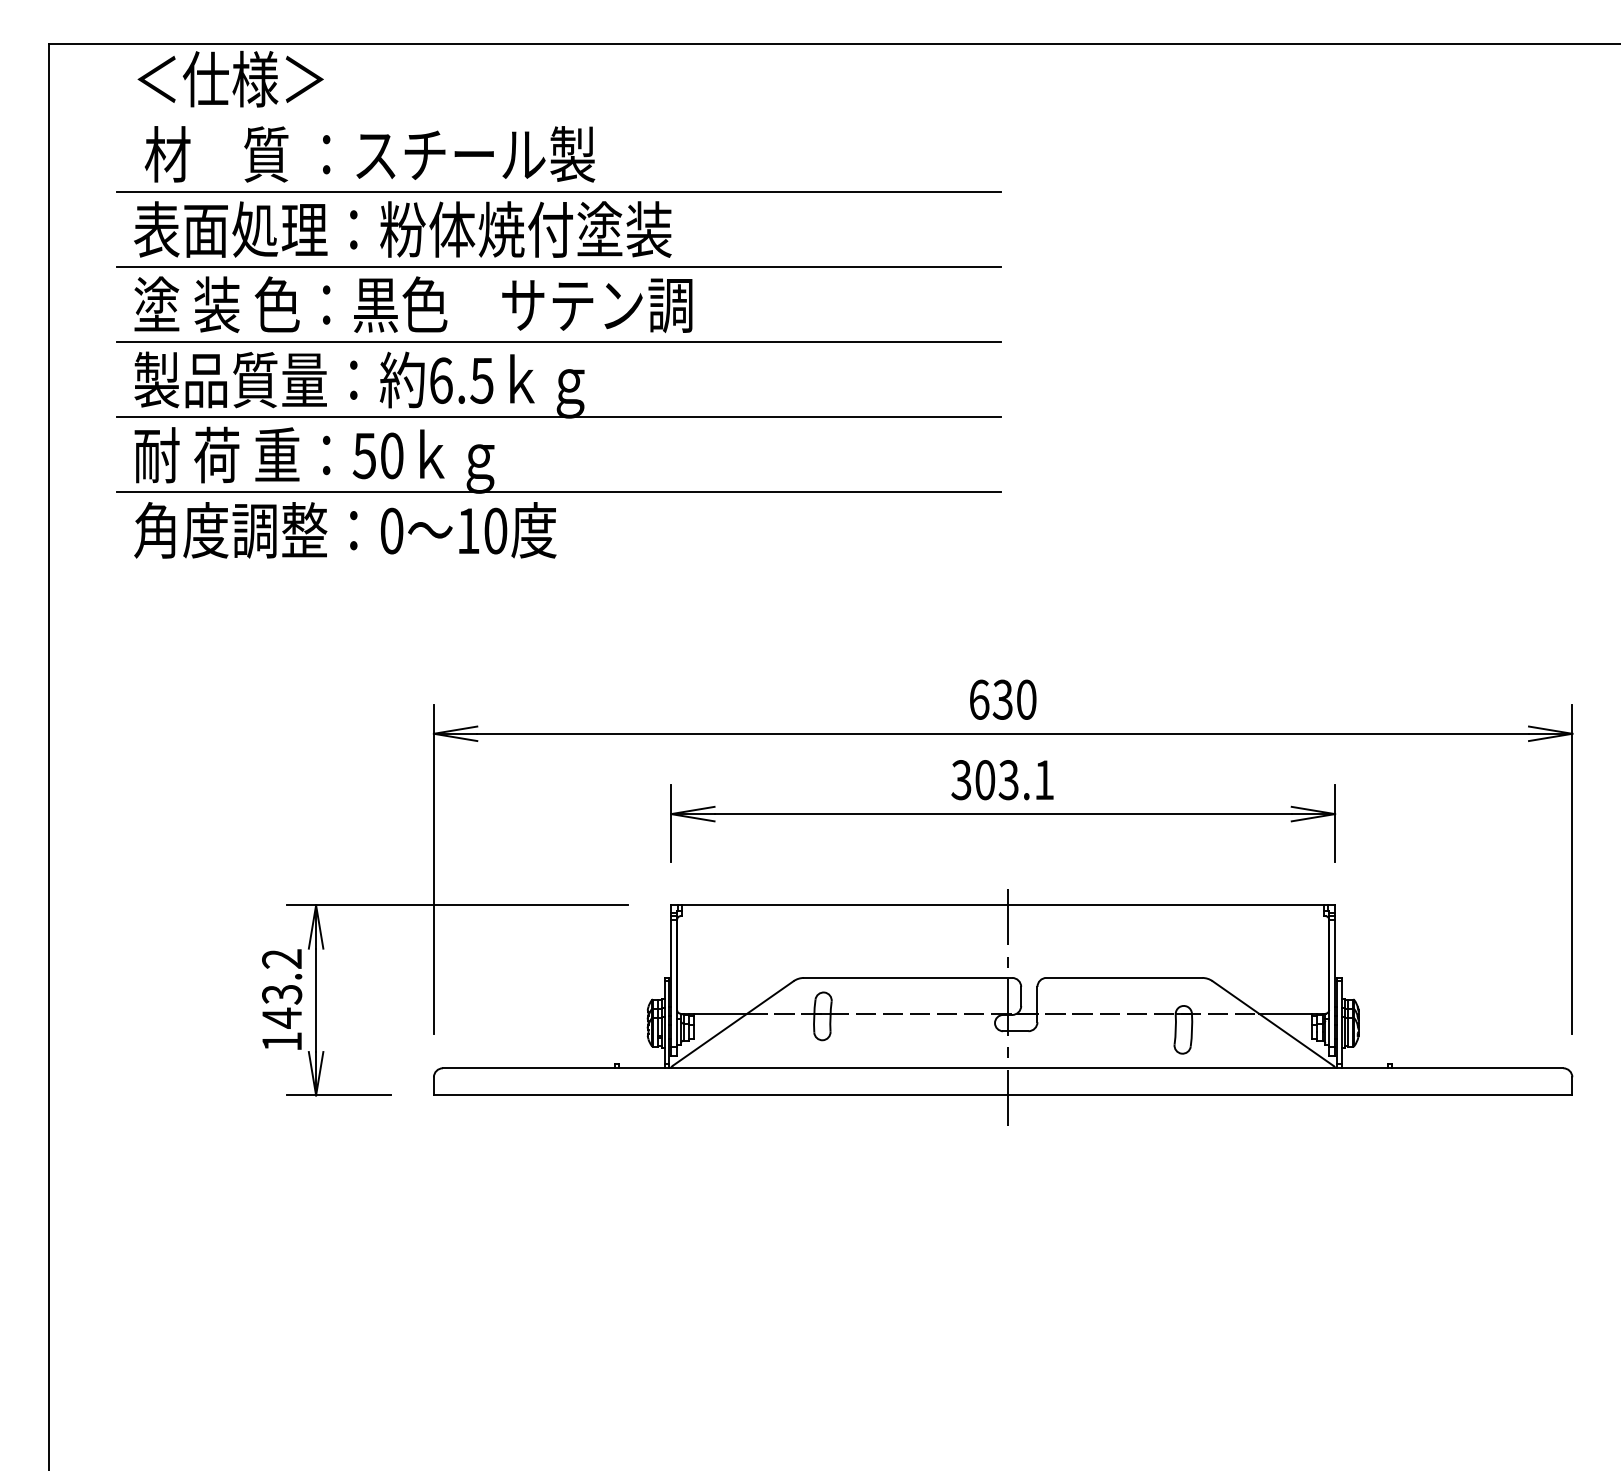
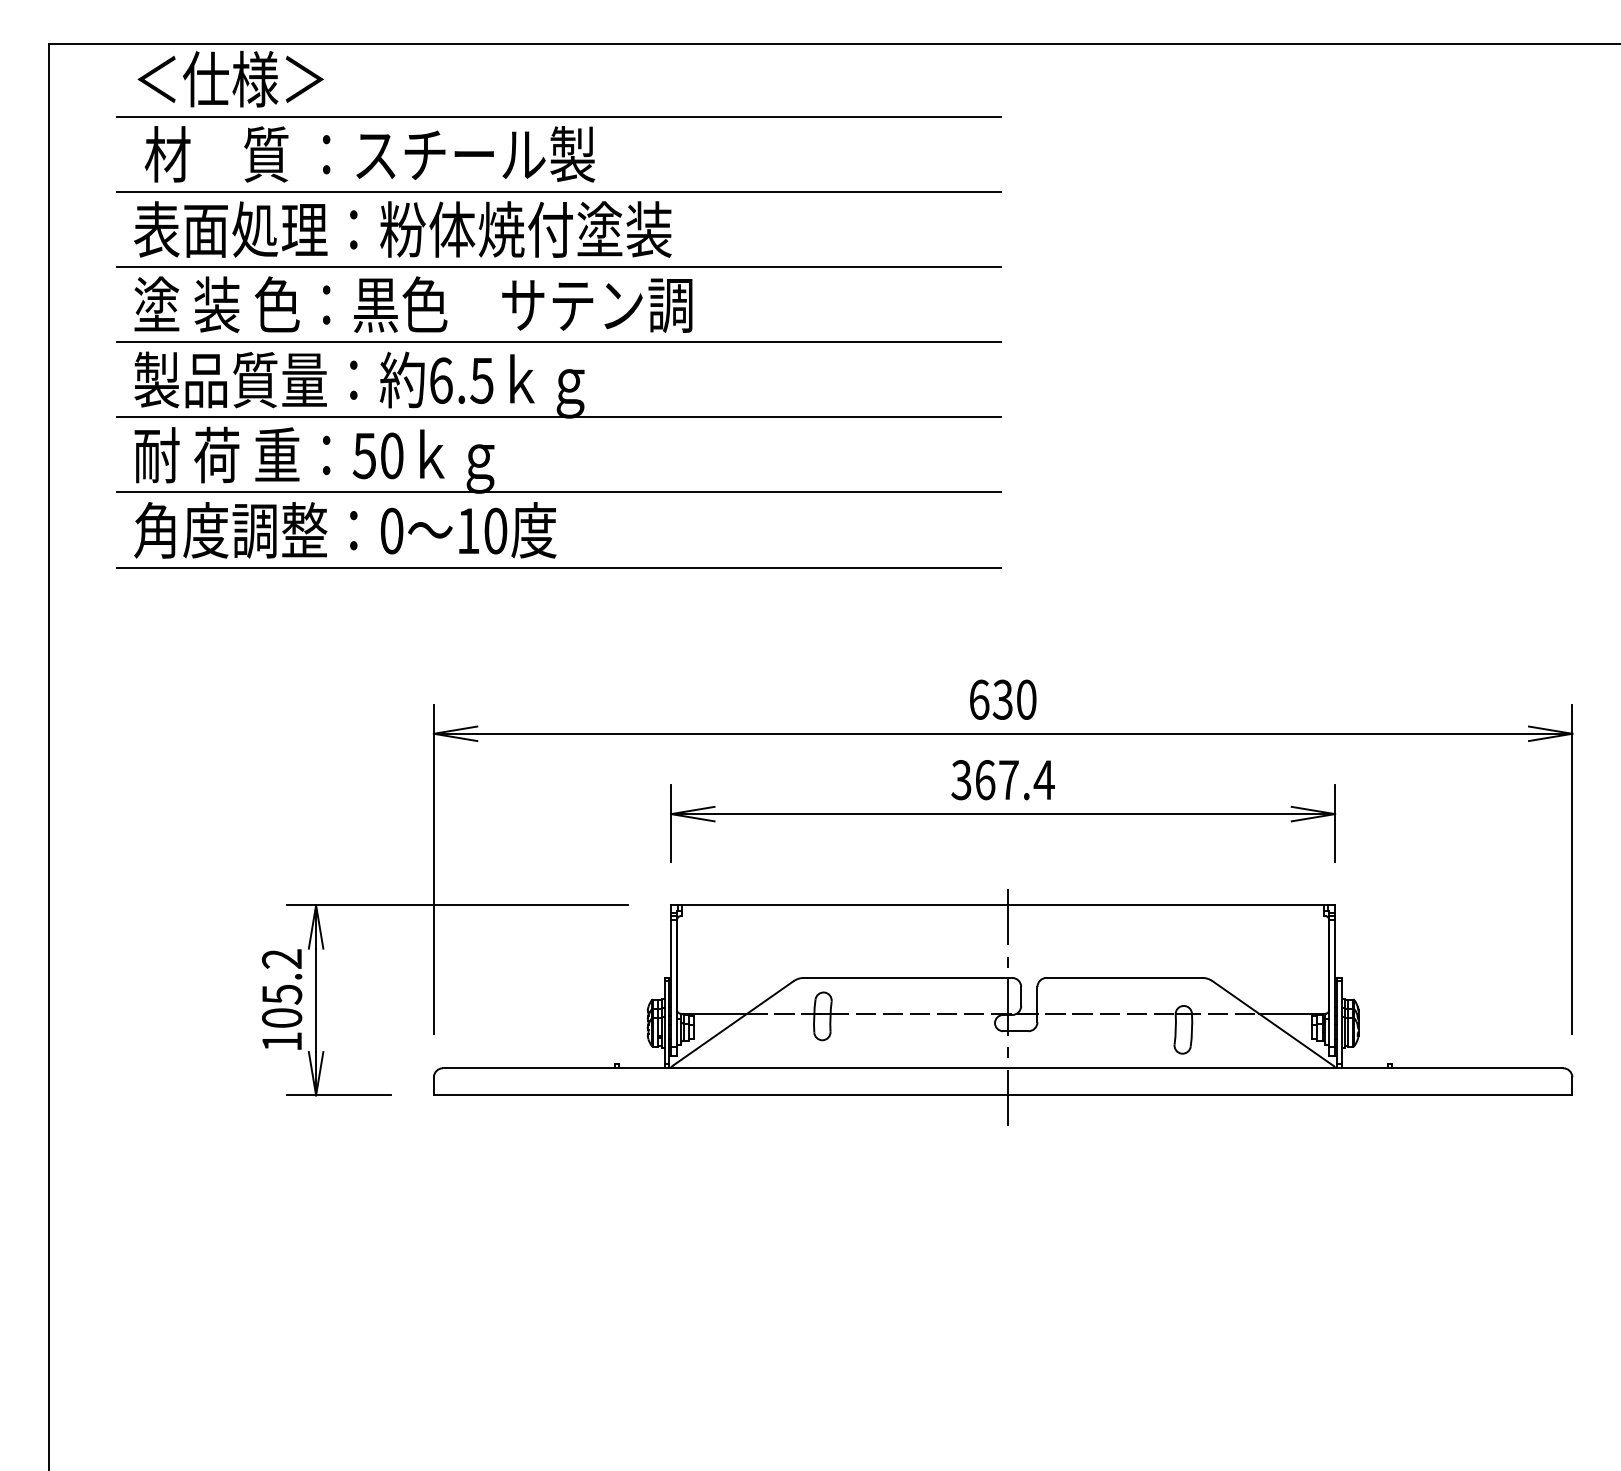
line at (558, 116): none -> present
line at (558, 567): none -> present
text at (1014, 780): 303.1 -> 367.4
text at (282, 1006): 143.2 -> 105.2
